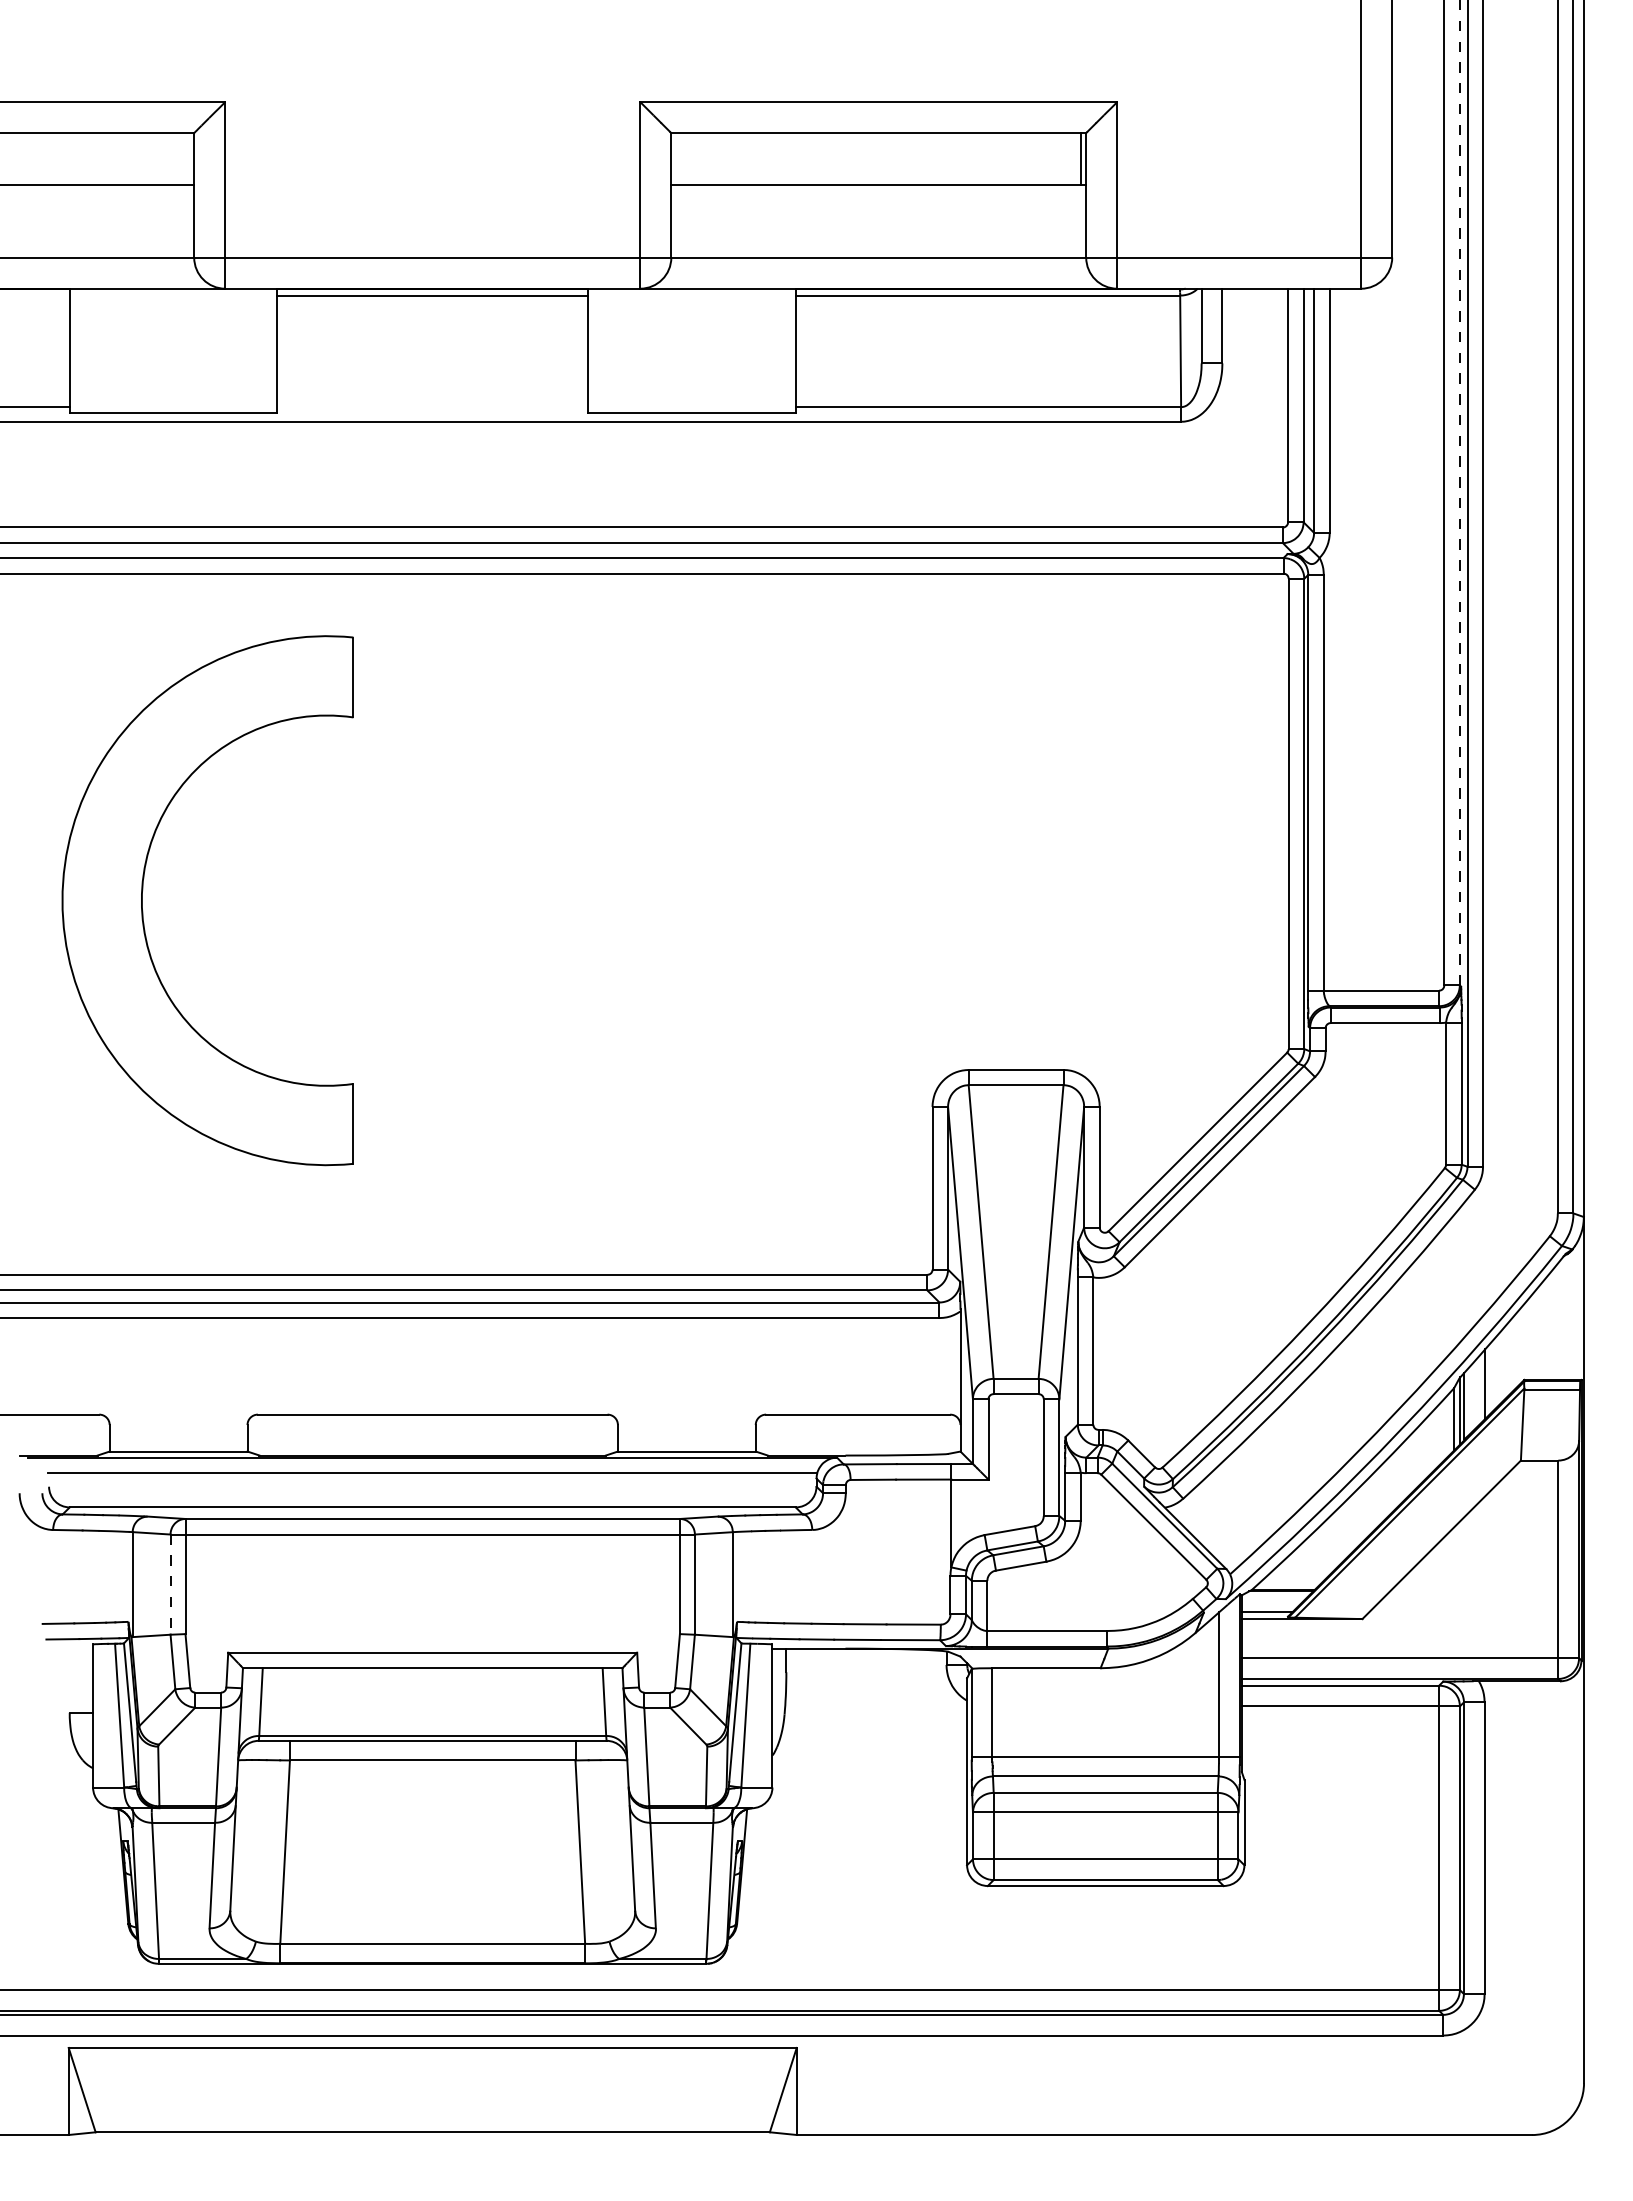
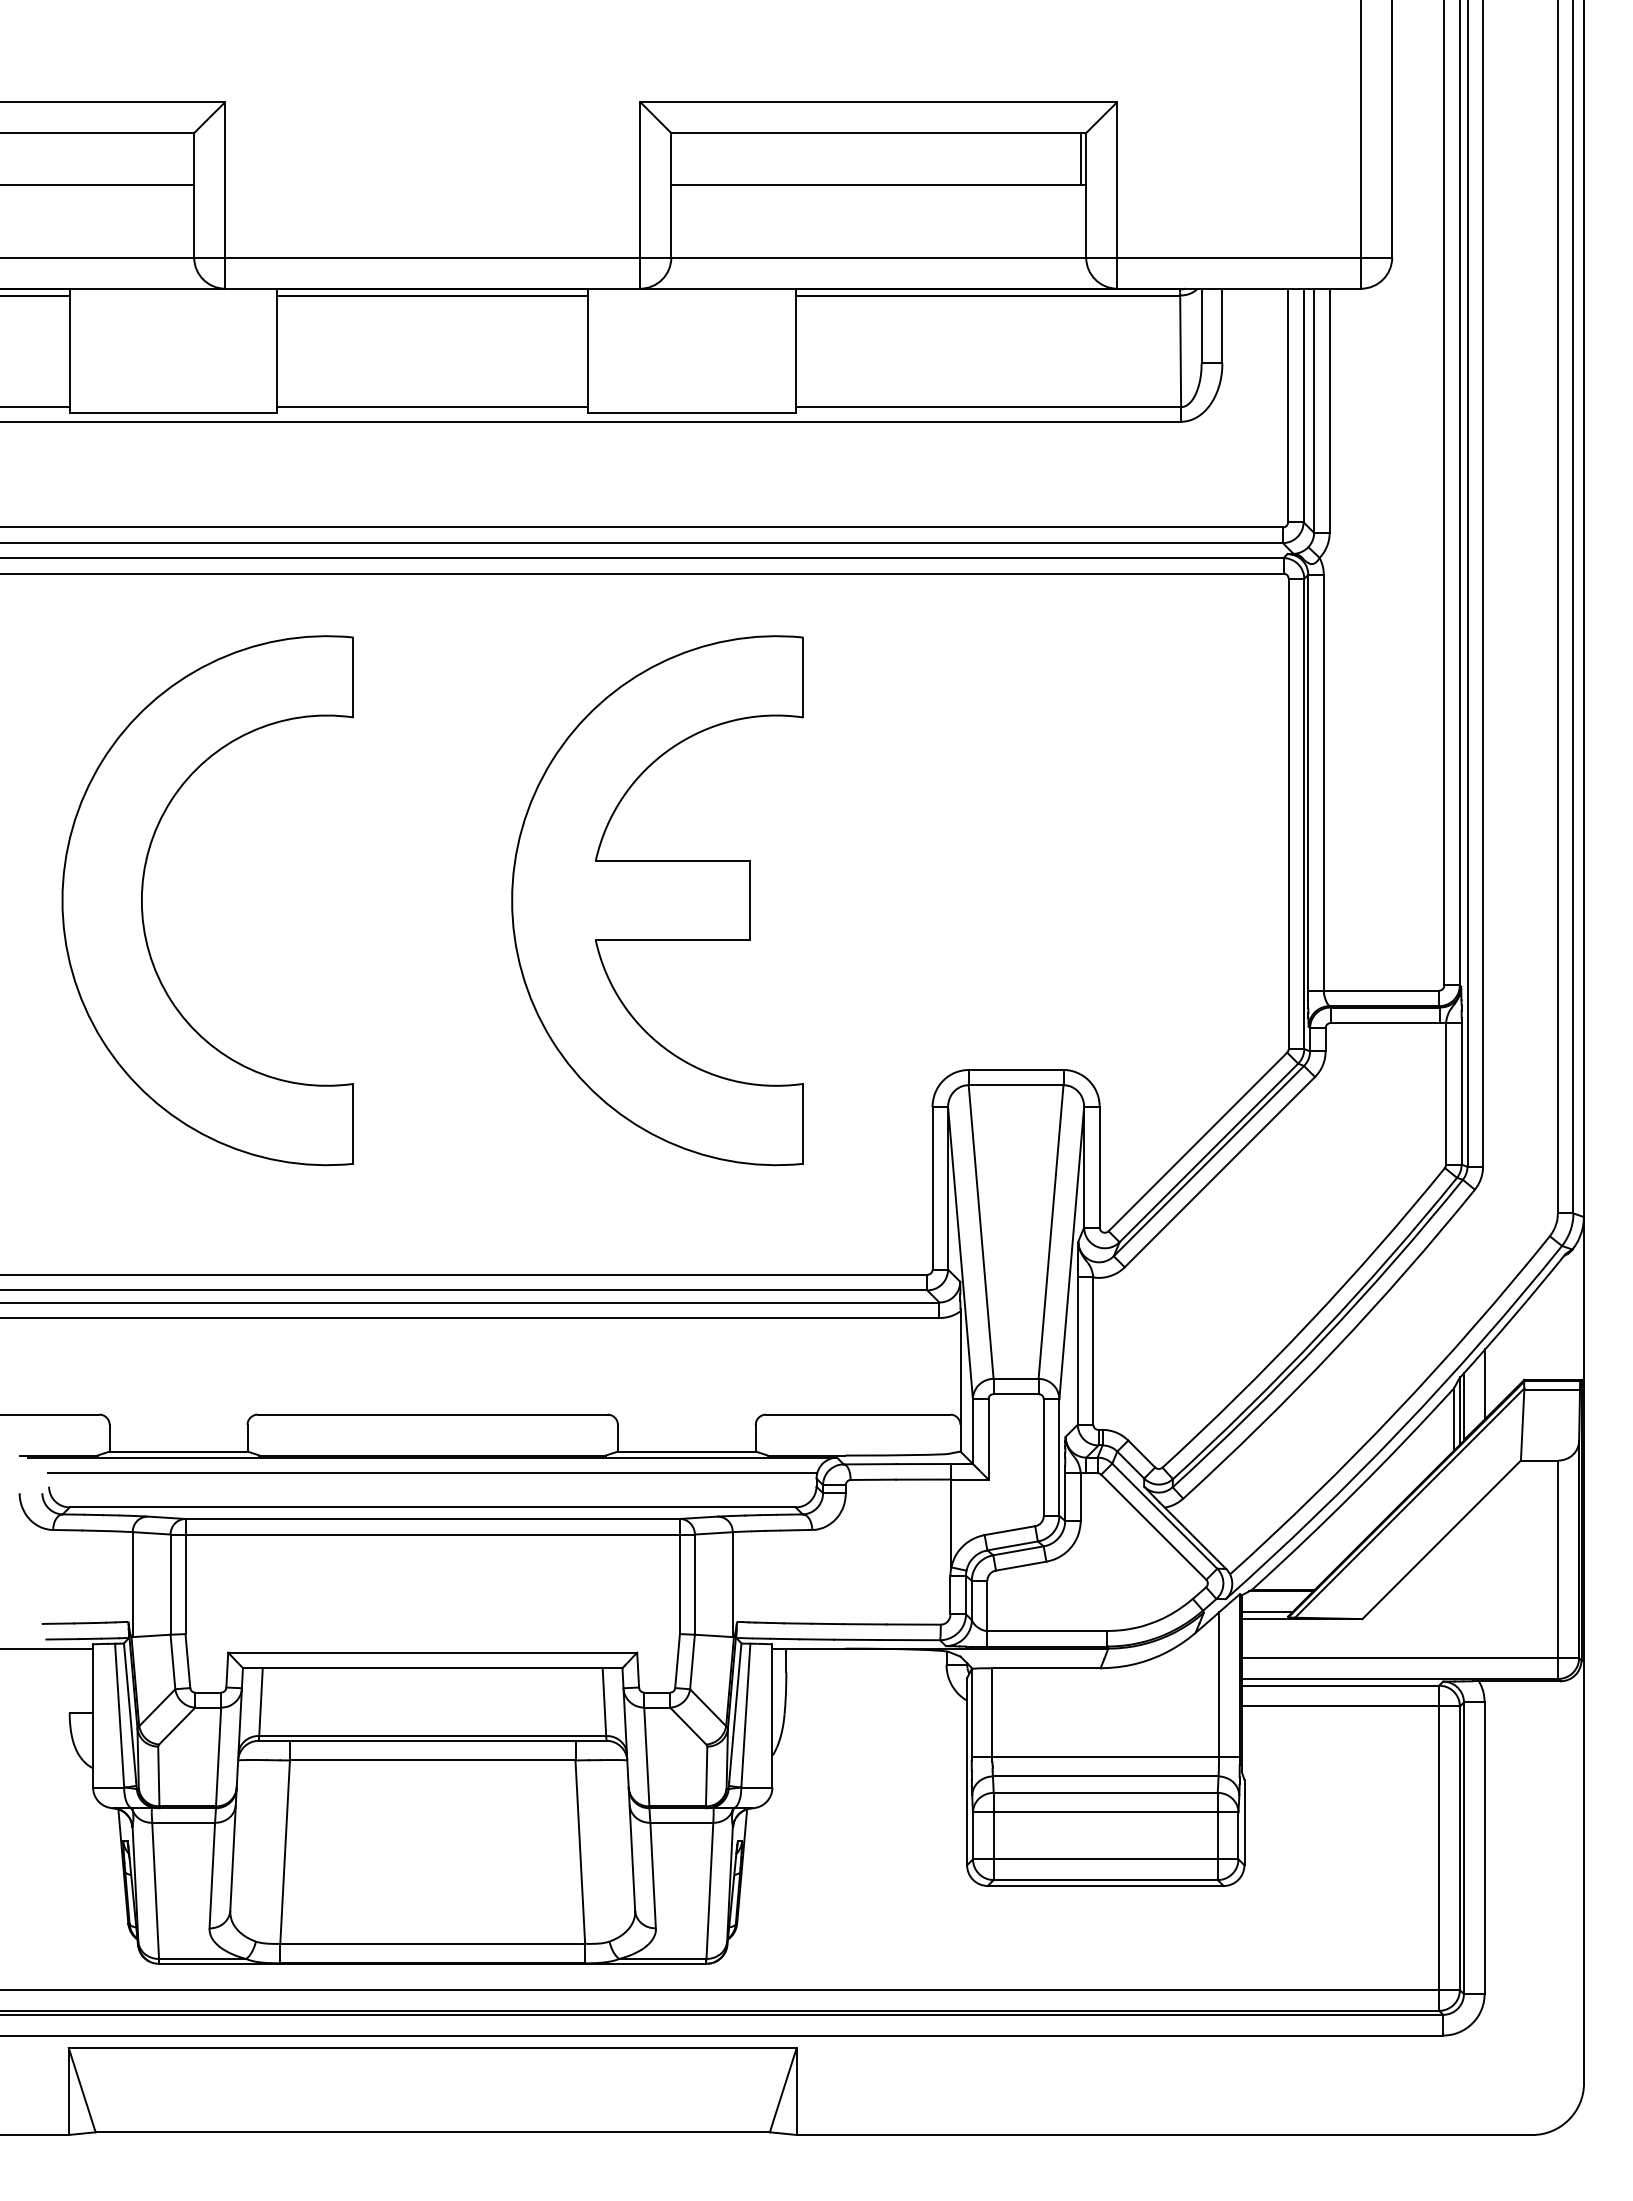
line at (35, 295): none -> present
line at (432, 407): none -> present
line at (1459, 492): dashed -> solid
part at (657, 900): none -> present
line at (170, 1585): dashed -> solid
line at (47, 1648): none -> present
